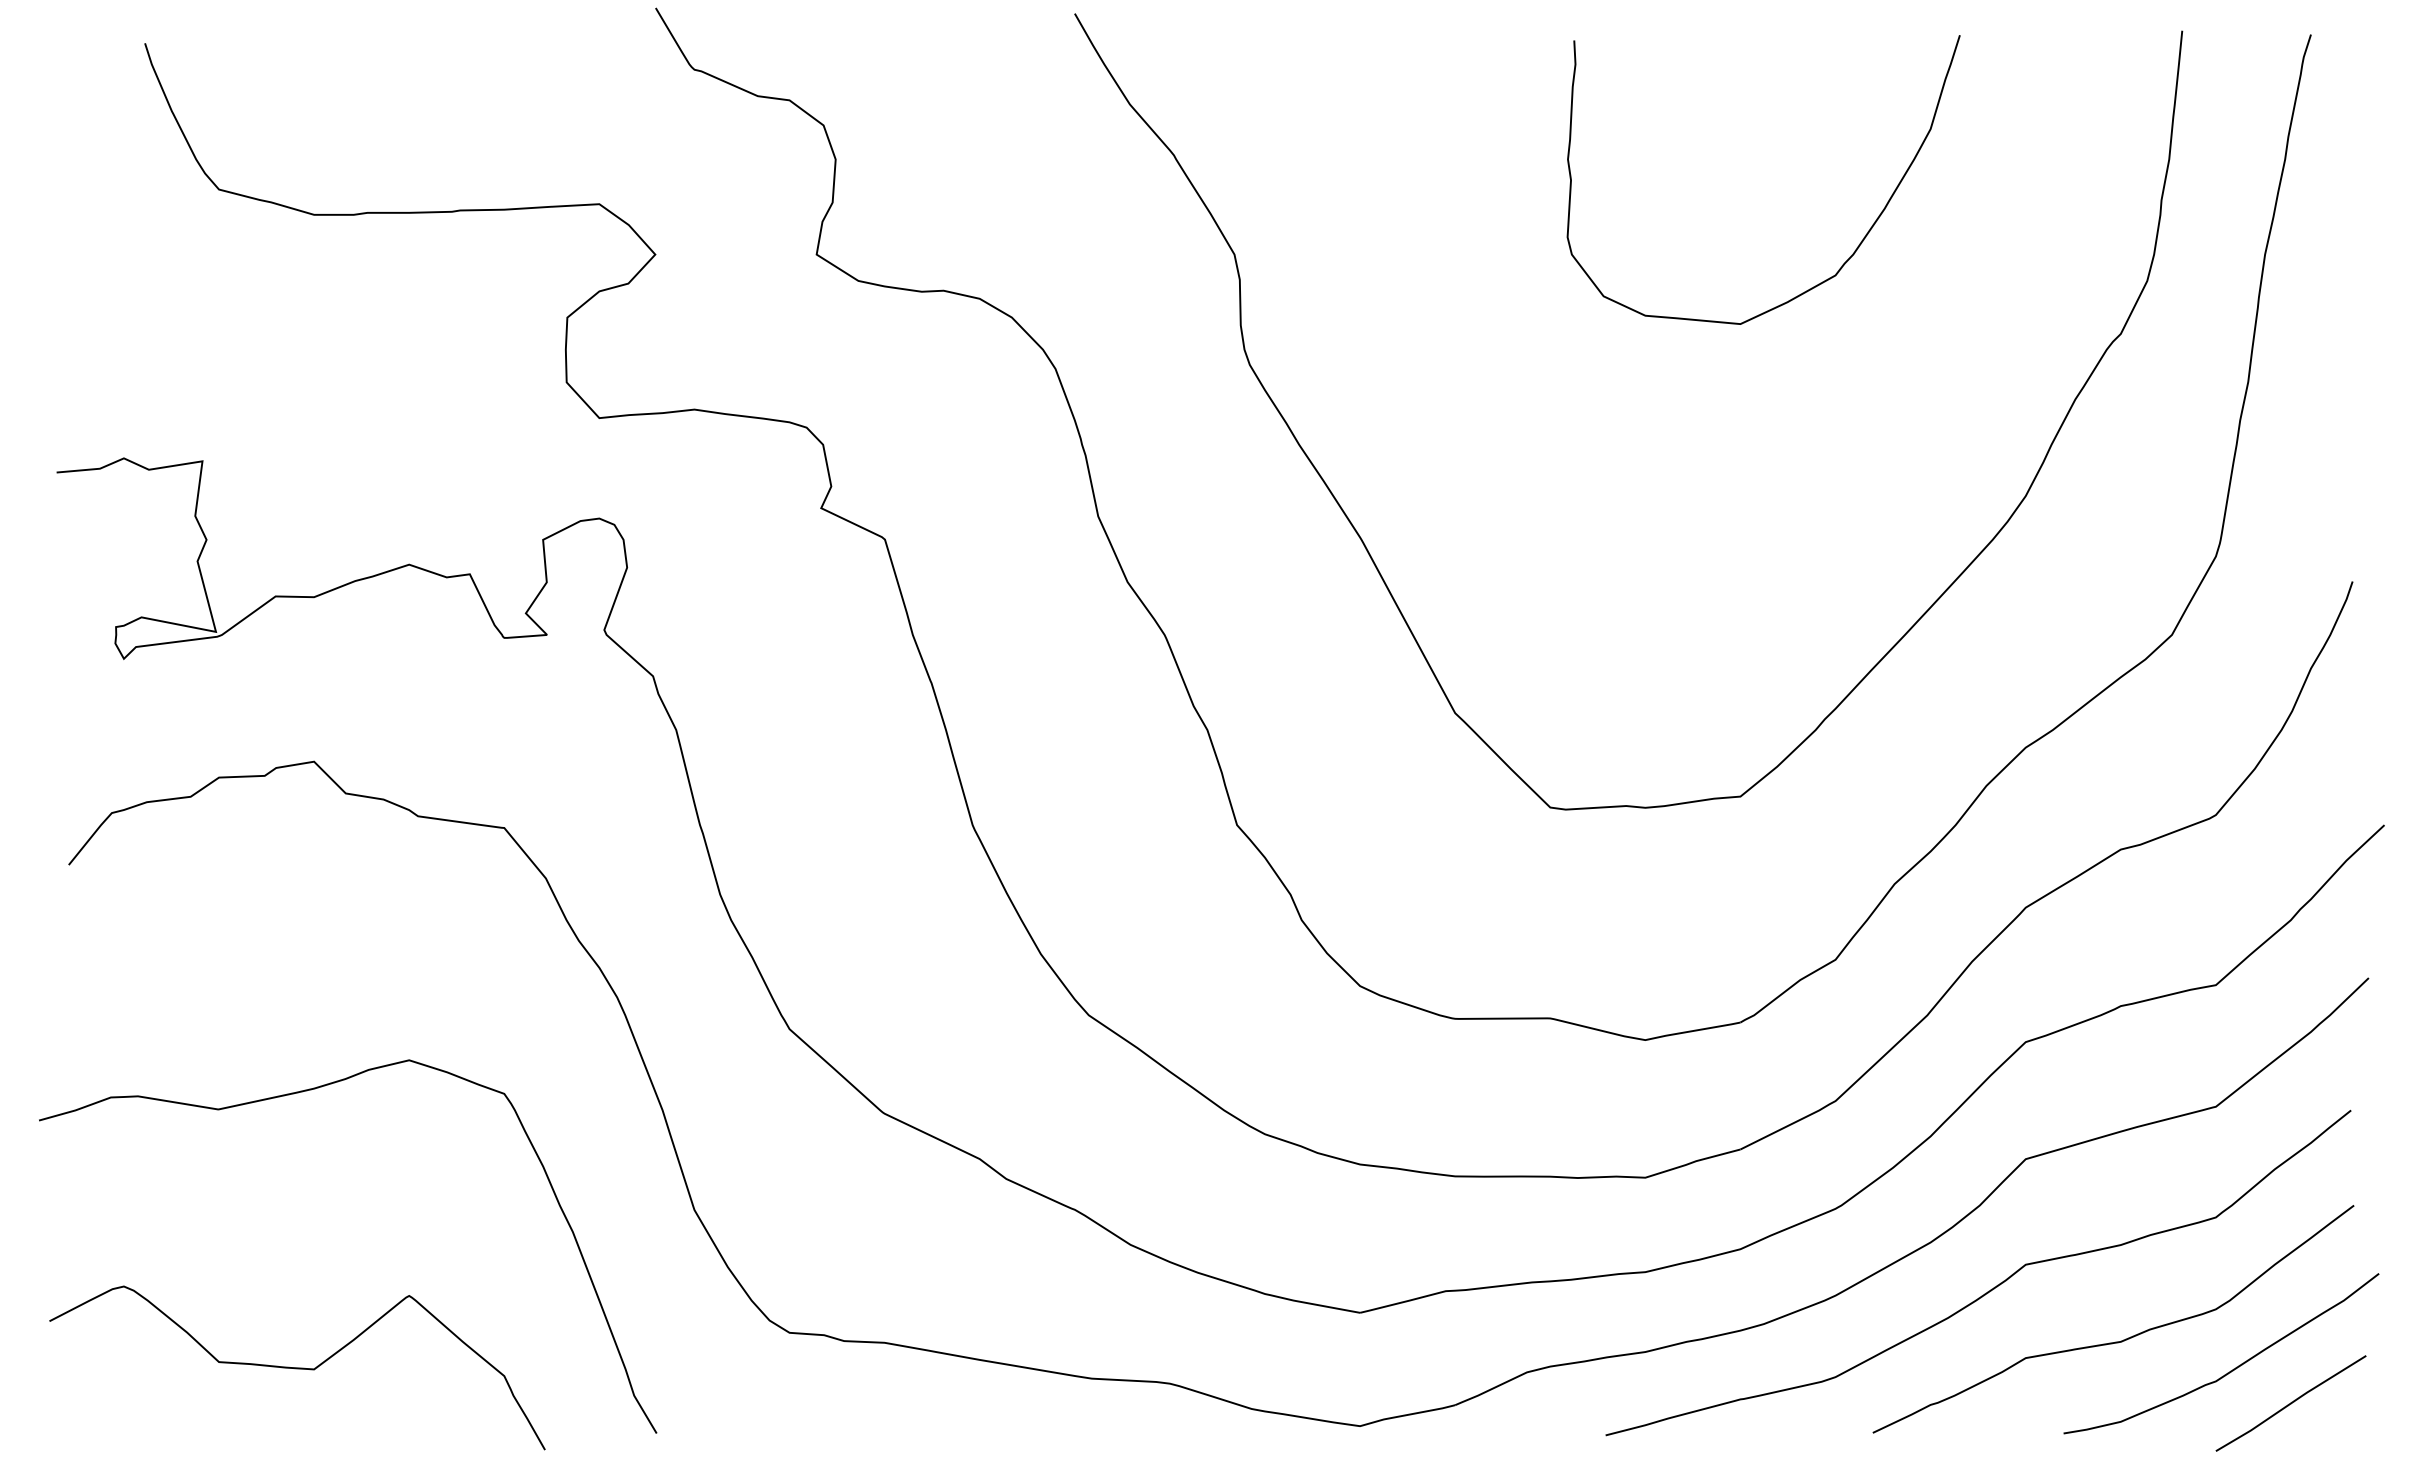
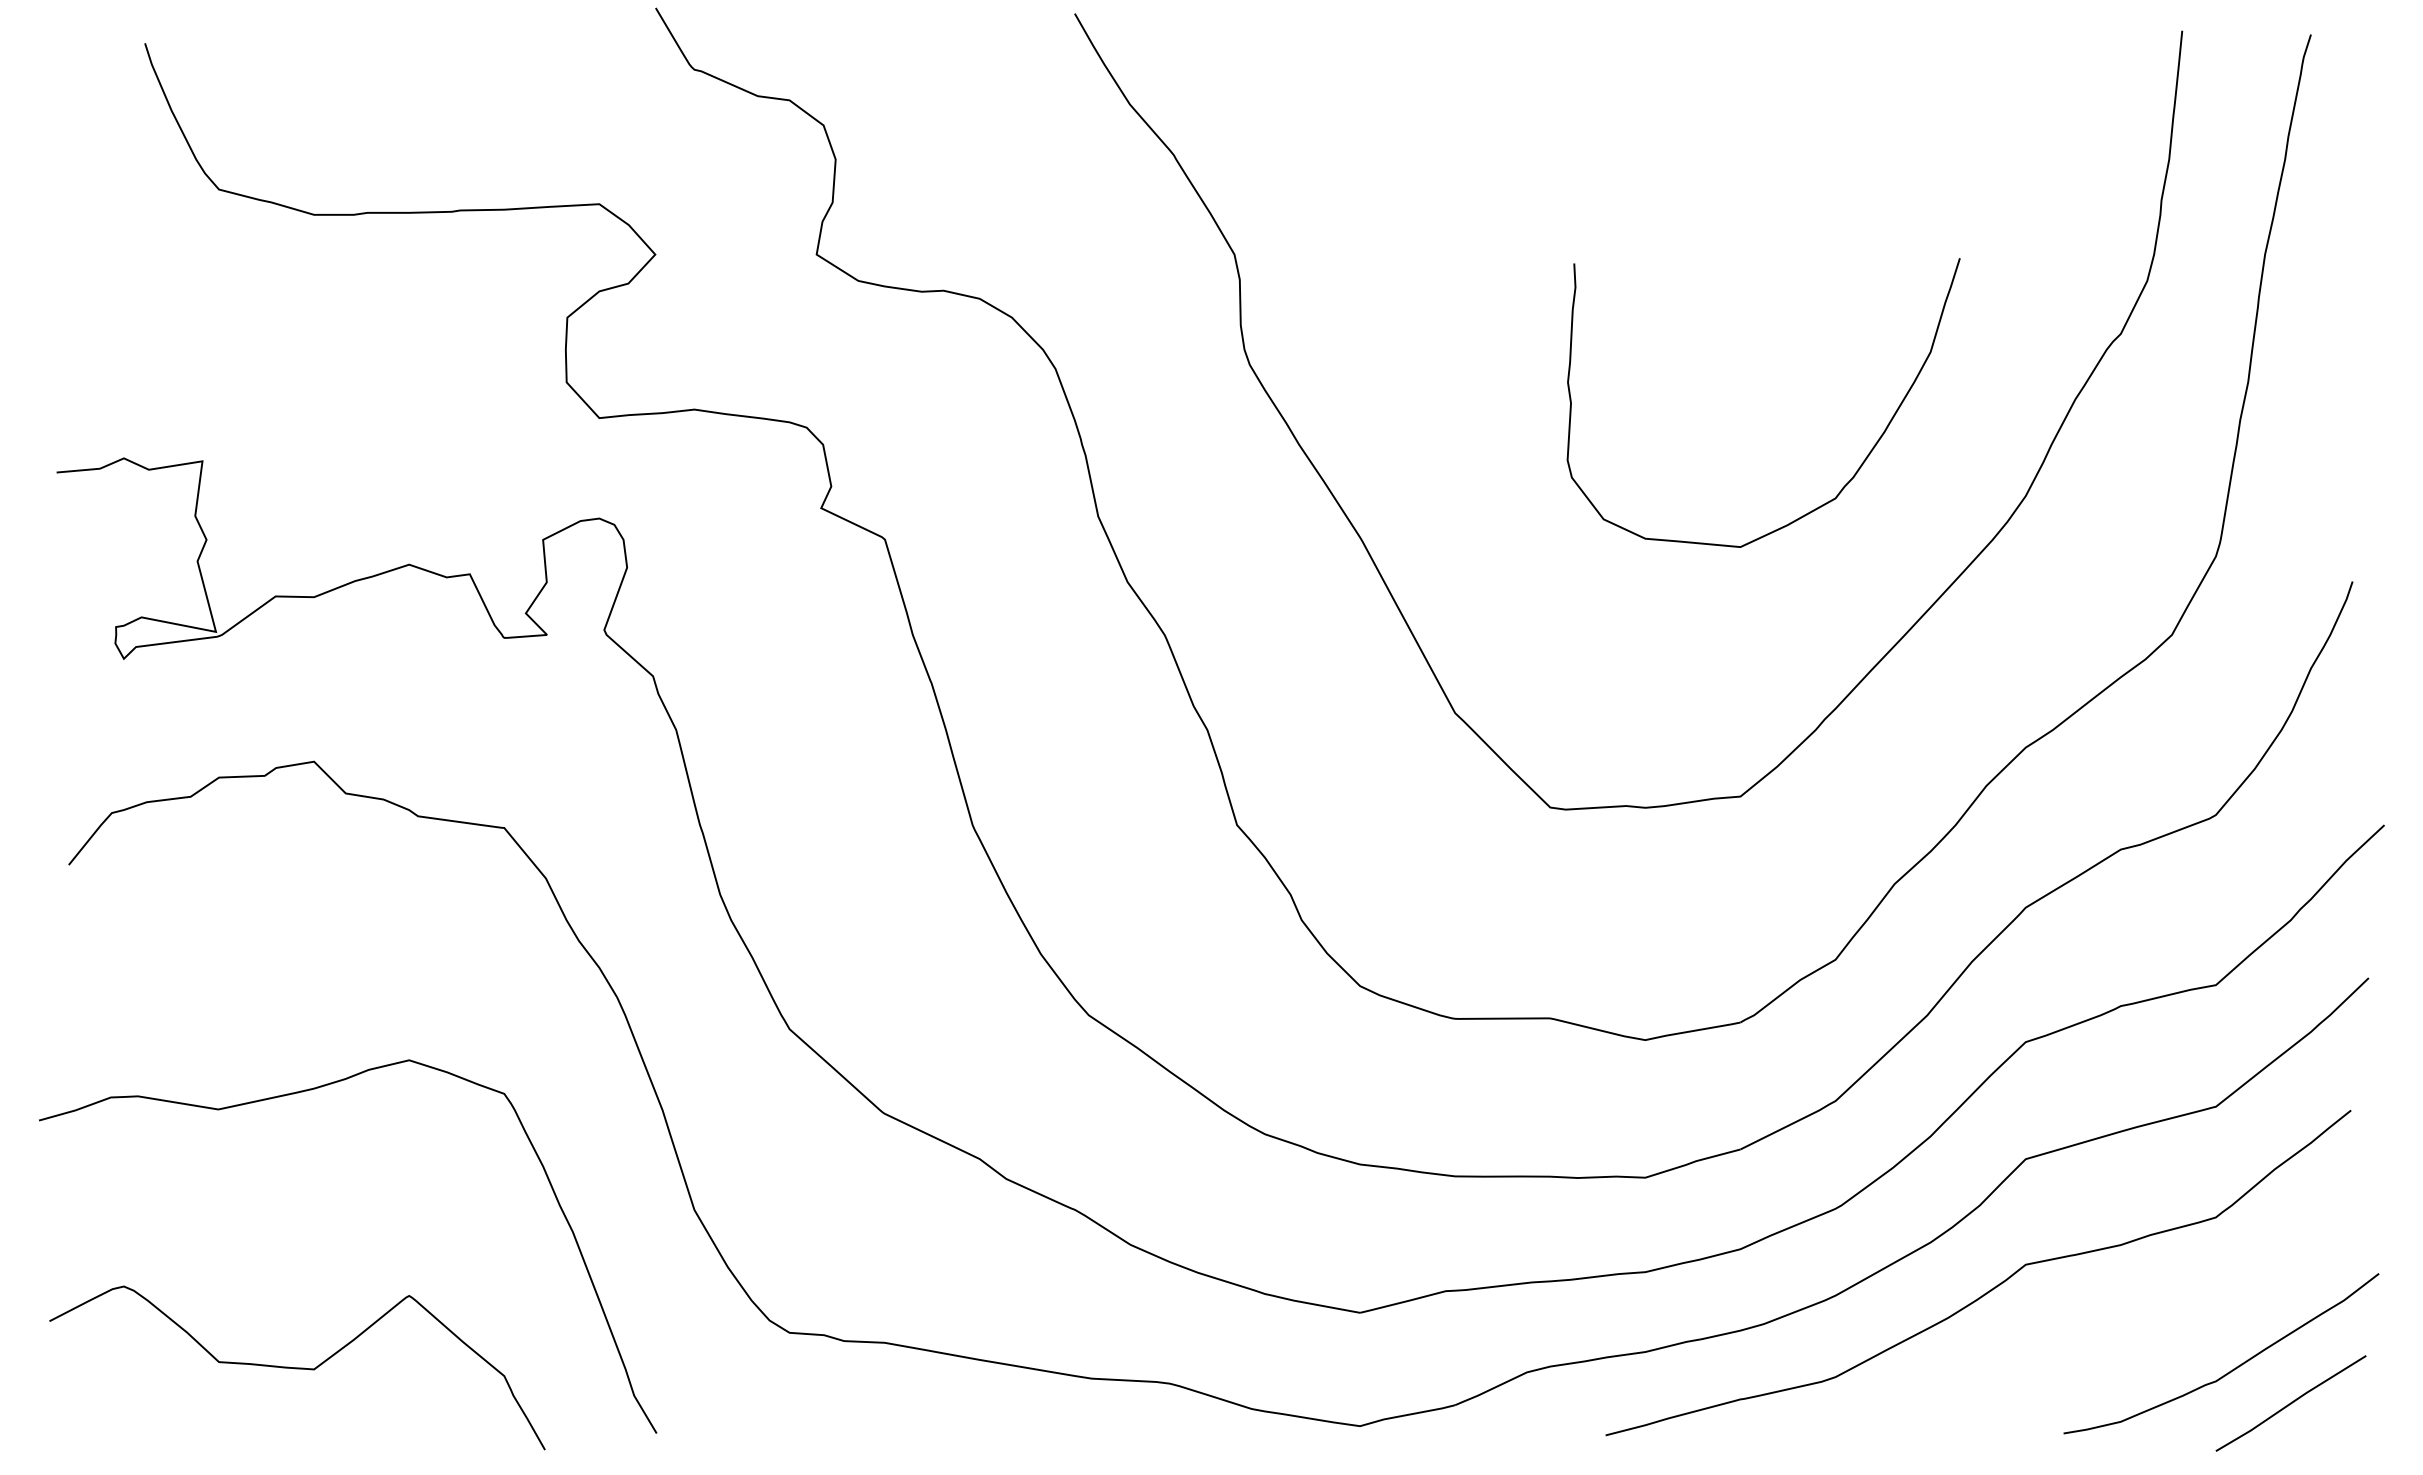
curve at (1859, 243) position: (1859, 243) -> (1859, 466)
curve at (2115, 1341): present -> none
